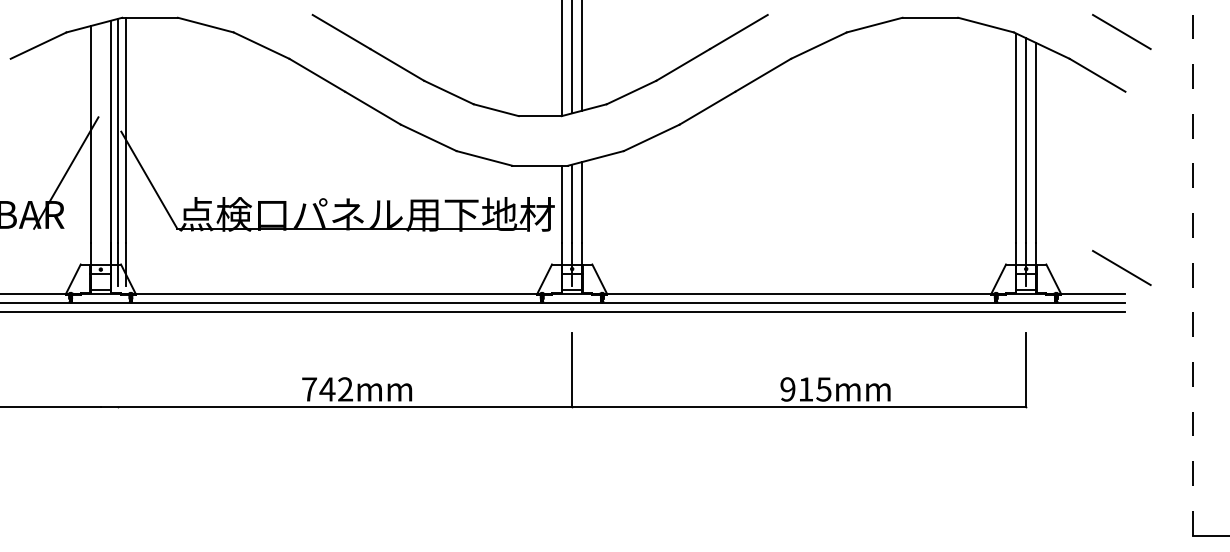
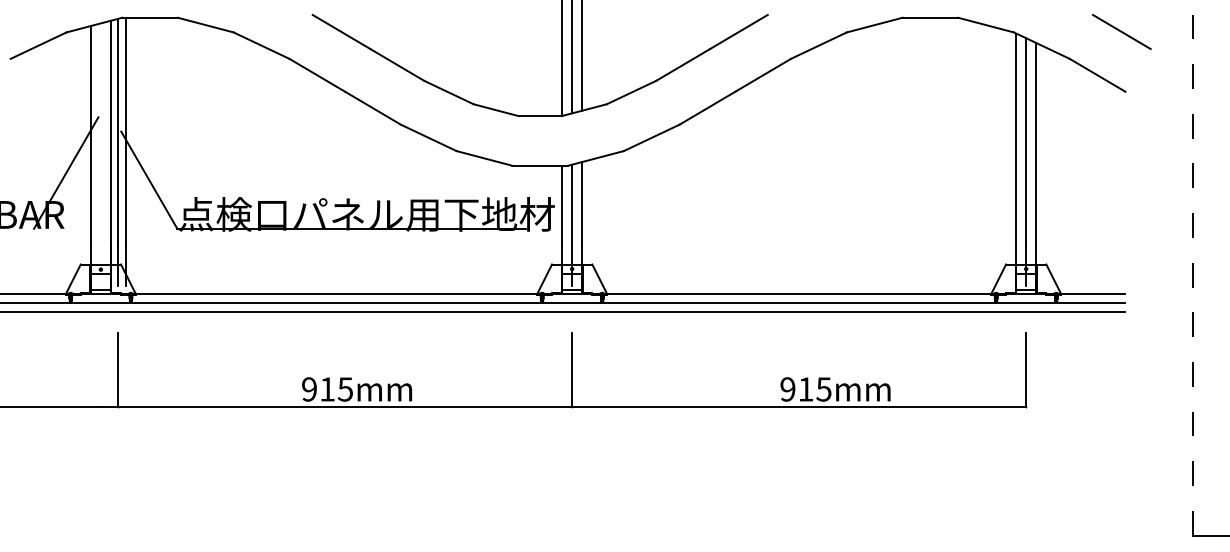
line at (1121, 267): present -> none
line at (118, 369): none -> present
text at (327, 389): 742mm -> 915mm
